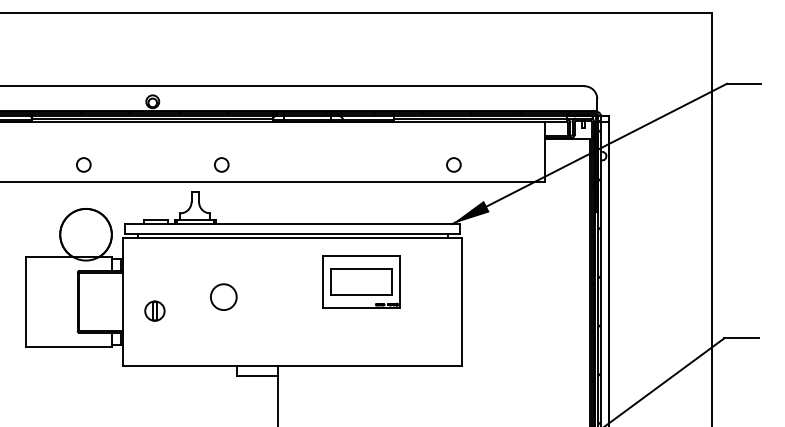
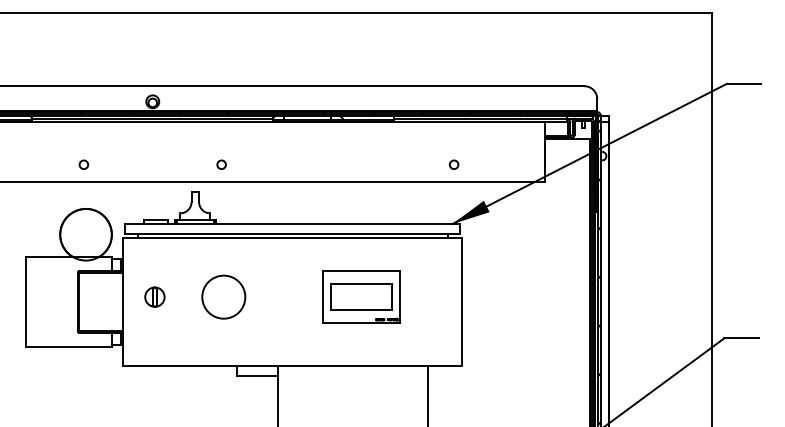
circle at (83, 164) size: 16x16 px -> 12x11 px
circle at (221, 164) size: 16x16 px -> 11x11 px
circle at (453, 164) size: 16x16 px -> 11x11 px
part at (361, 281) position: (361, 281) -> (361, 296)
circle at (223, 297) diameter: 26 px -> 43 px
part at (154, 310) position: (154, 310) -> (154, 296)
line at (427, 394): none -> present
